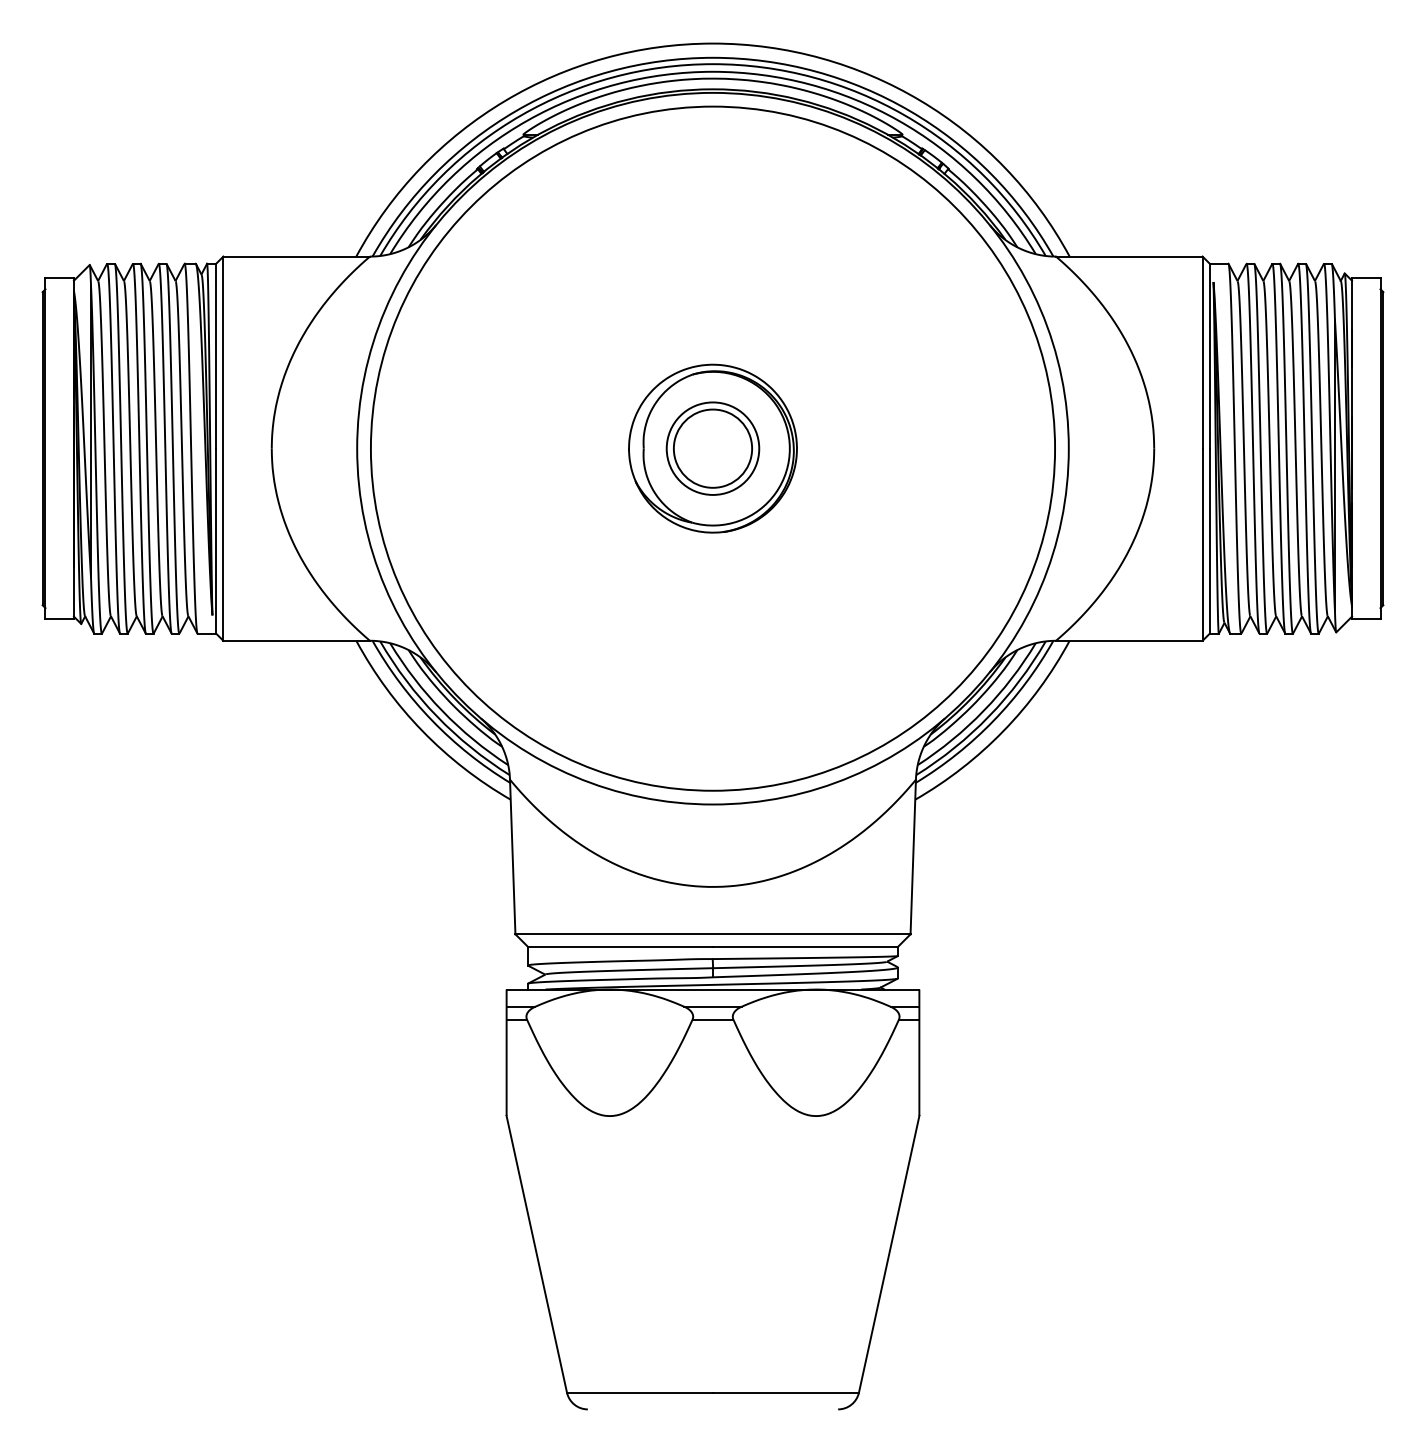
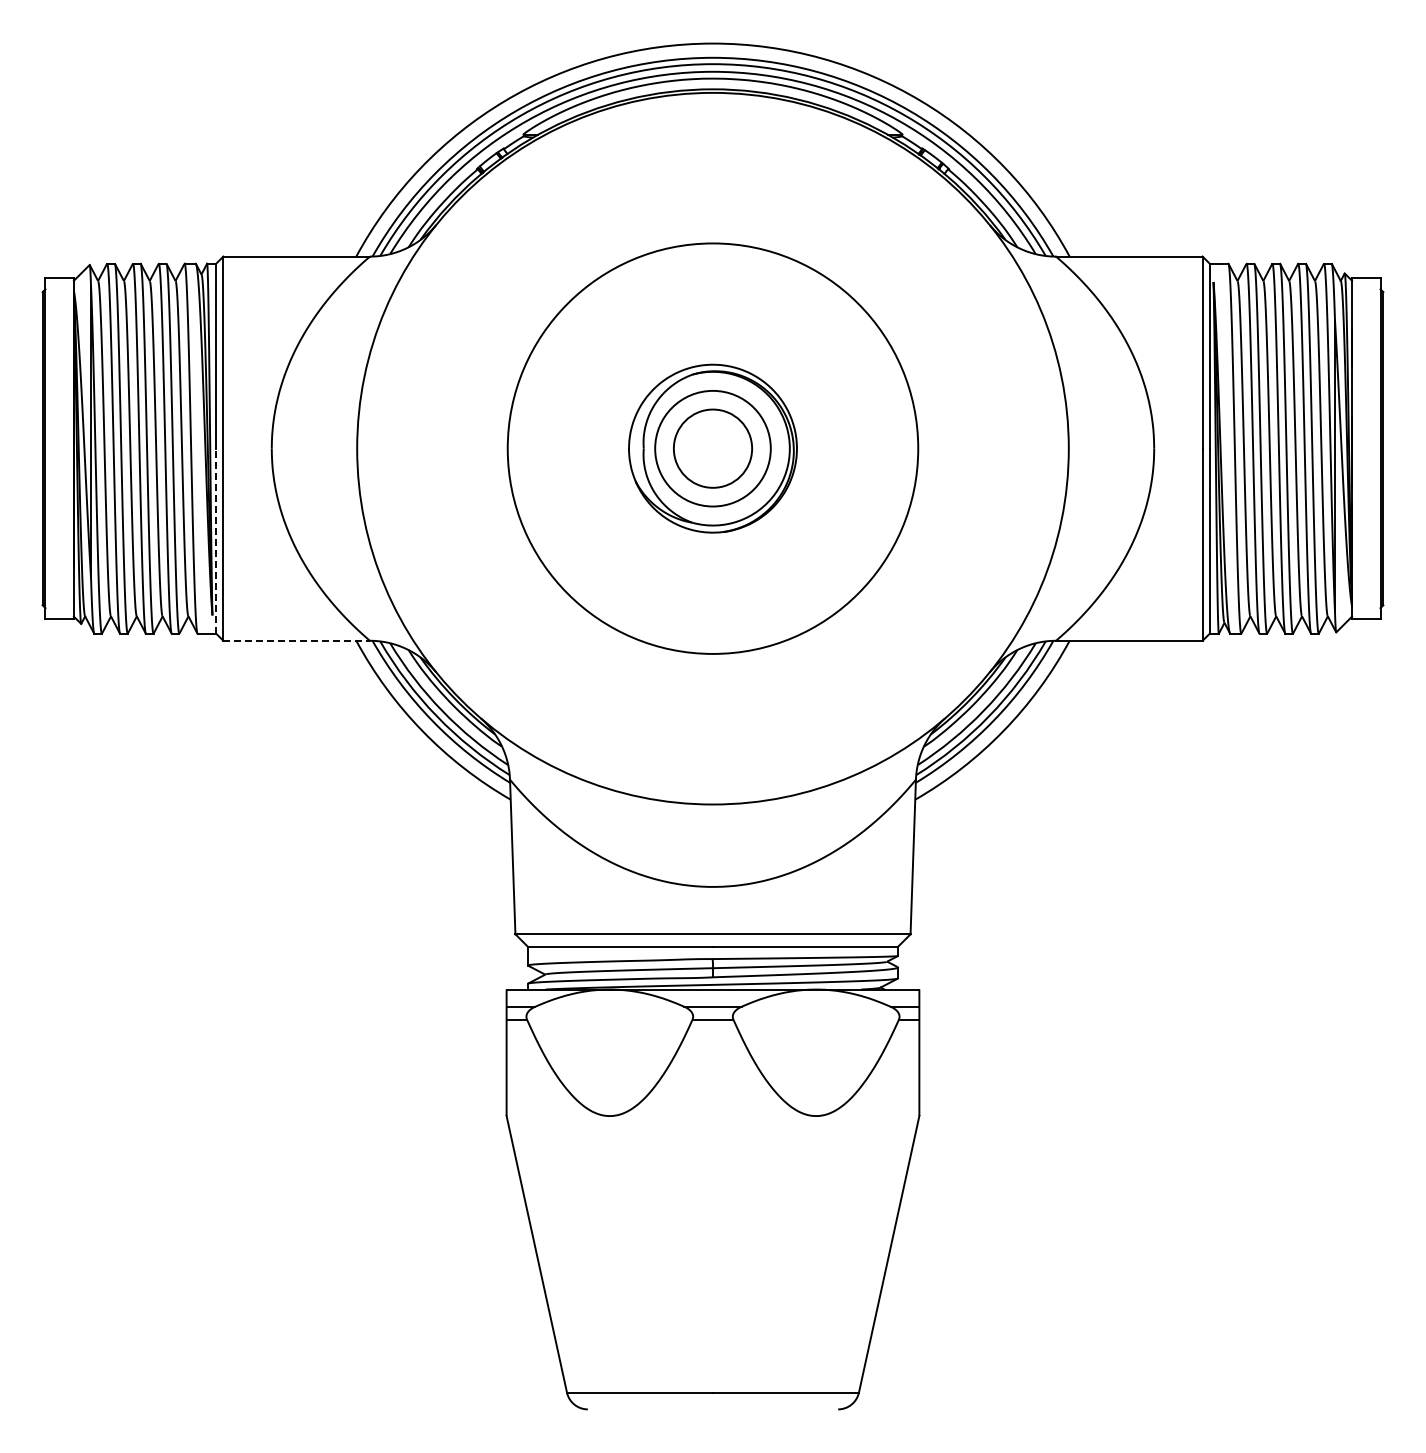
circle at (712, 448) diameter: 684 px -> 410 px
circle at (712, 448) diameter: 93 px -> 116 px
line at (216, 541): solid -> dashed
line at (297, 640): solid -> dashed
